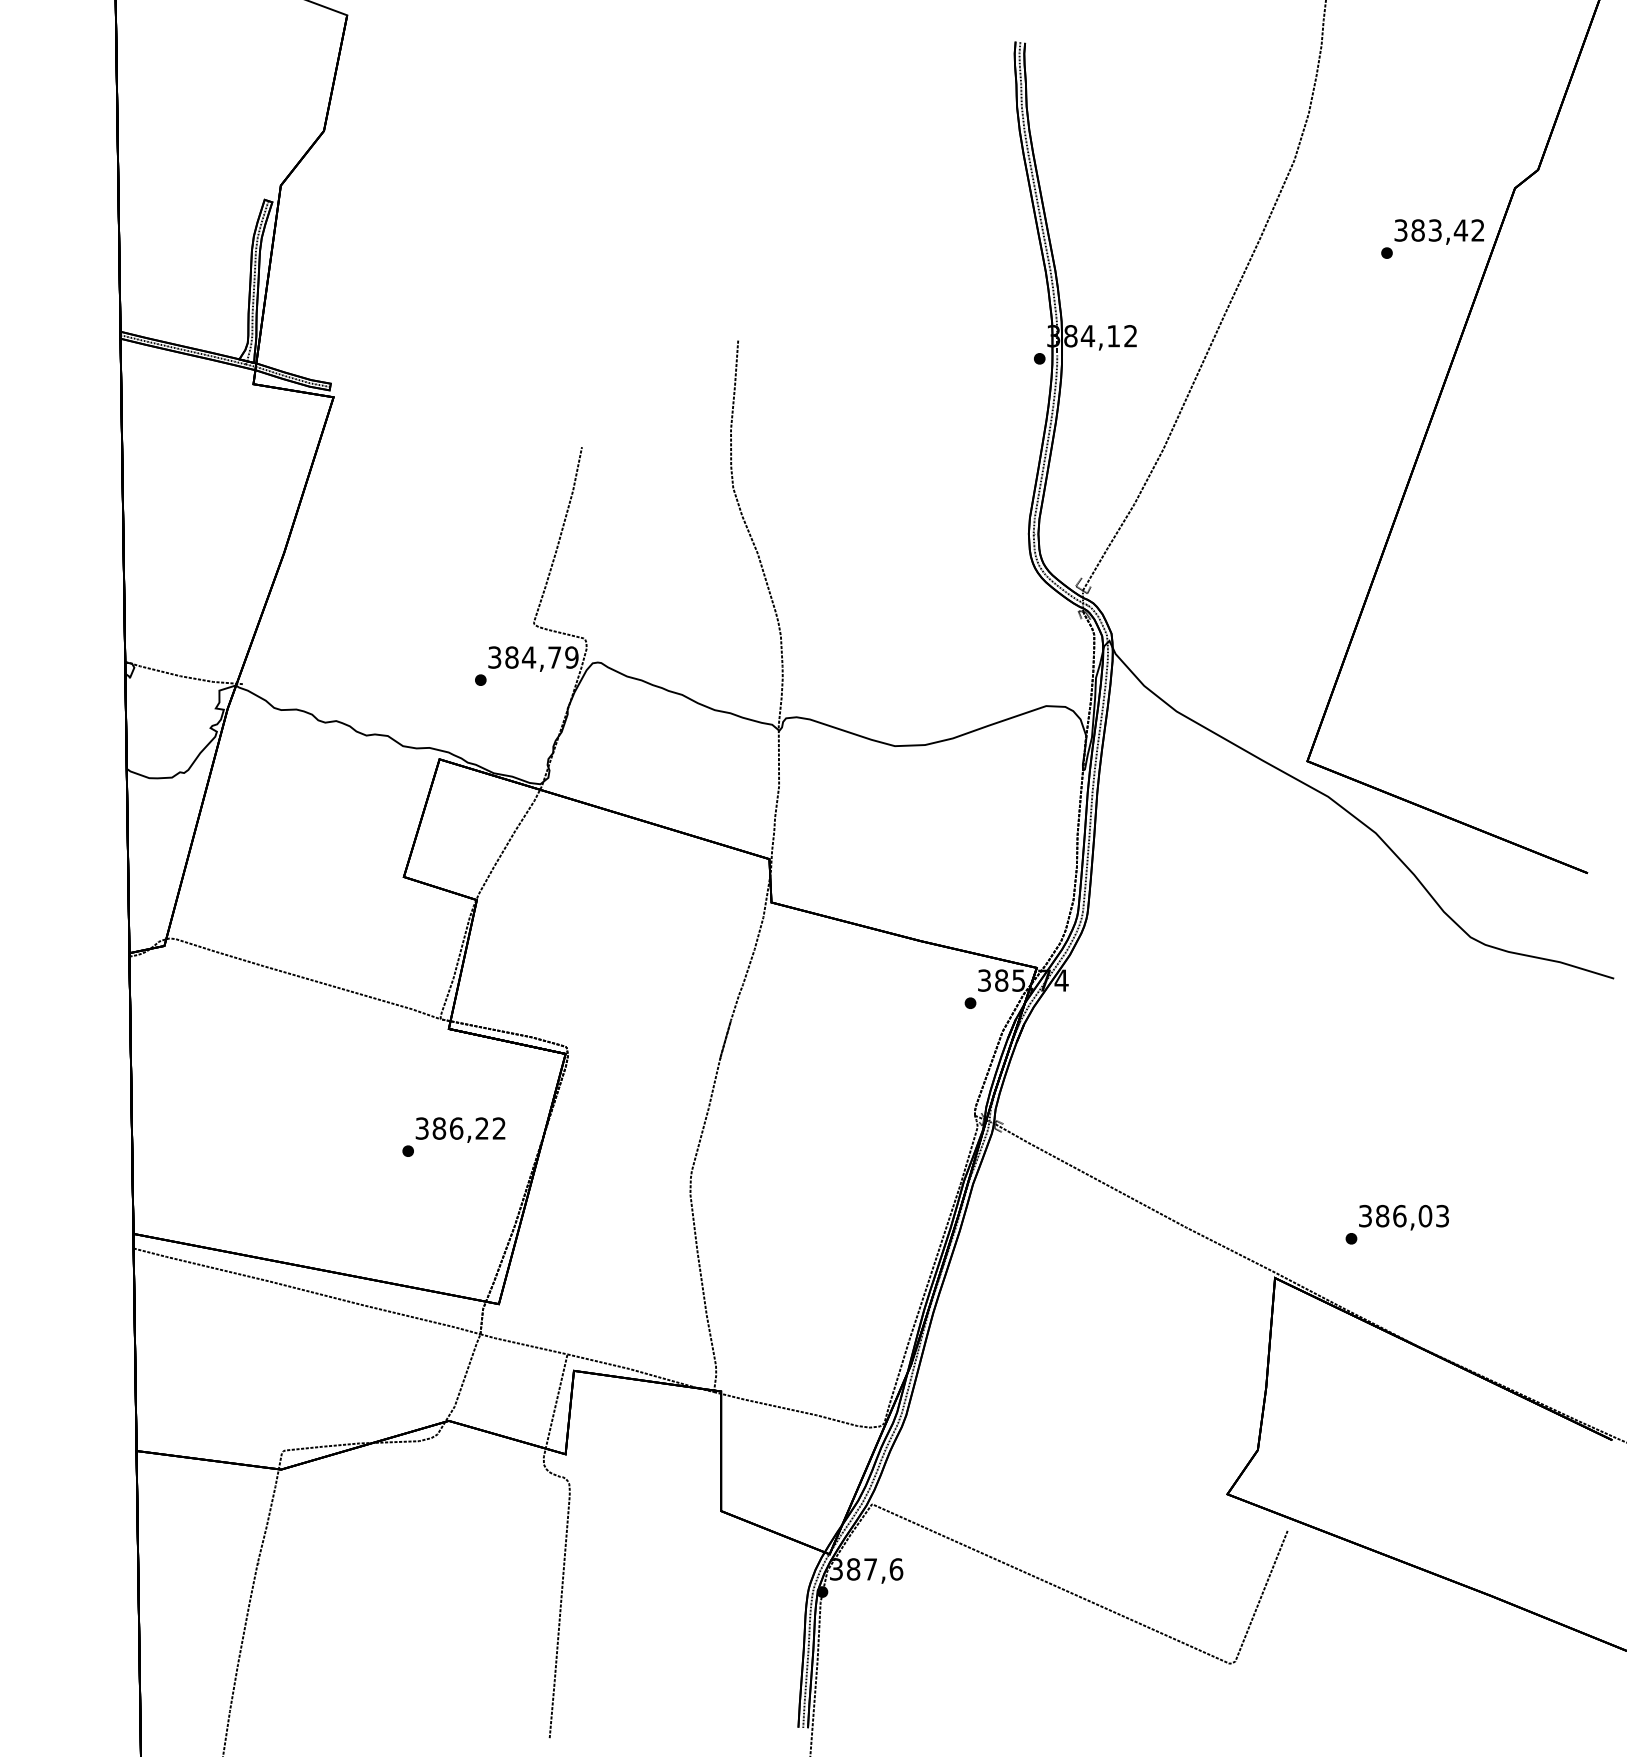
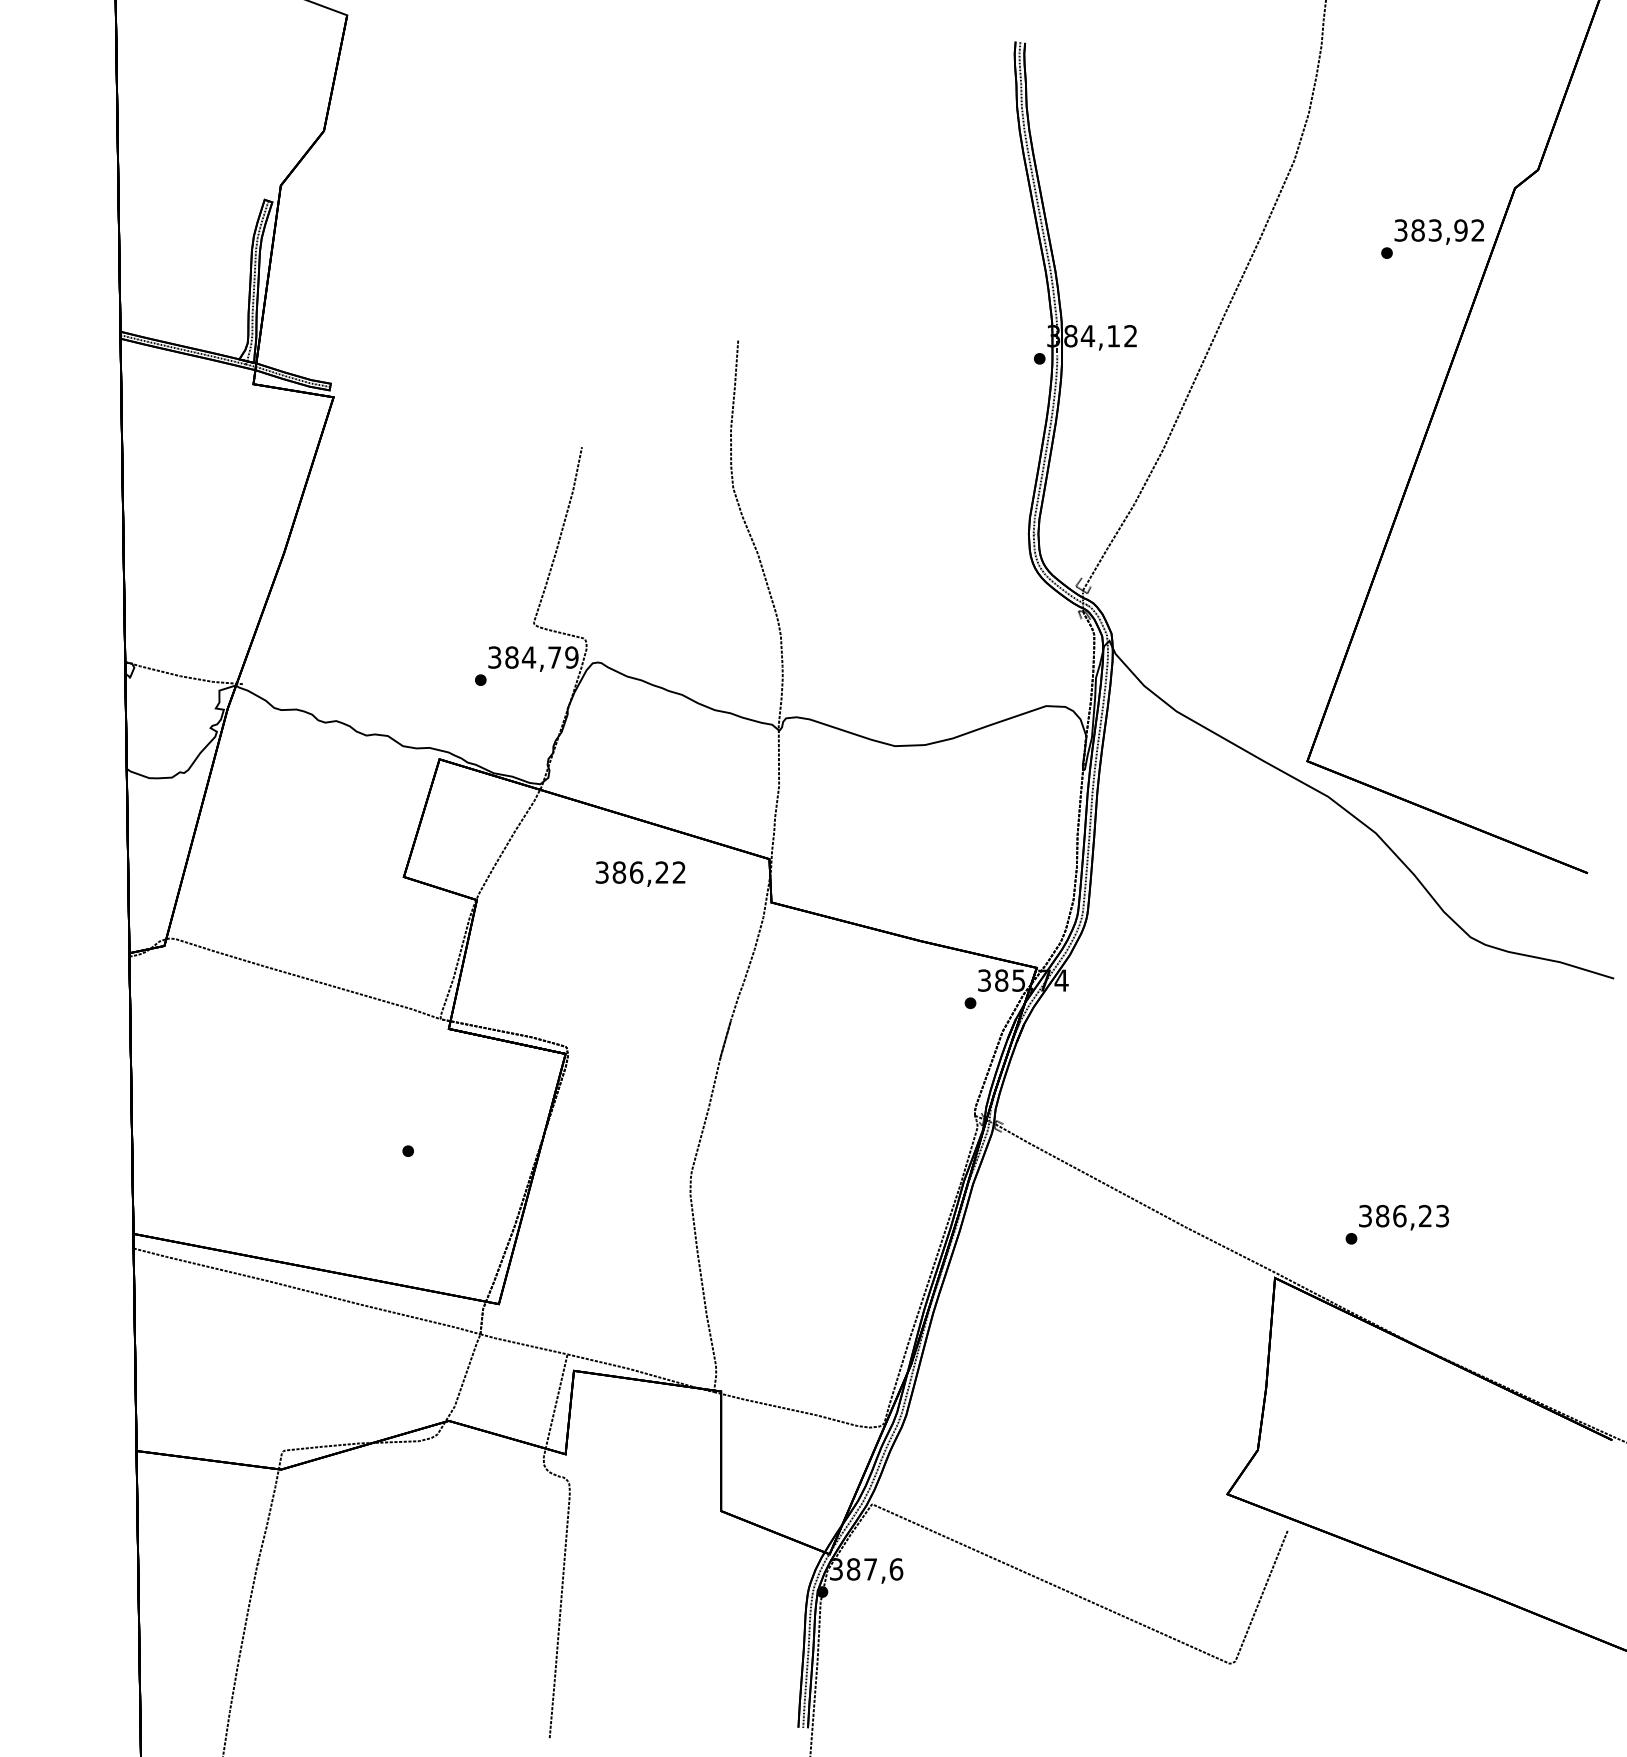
text at (1460, 230): 383,42 -> 383,92
text at (460, 1129) position: (460, 1129) -> (640, 873)
text at (1425, 1216): 386,03 -> 386,23
